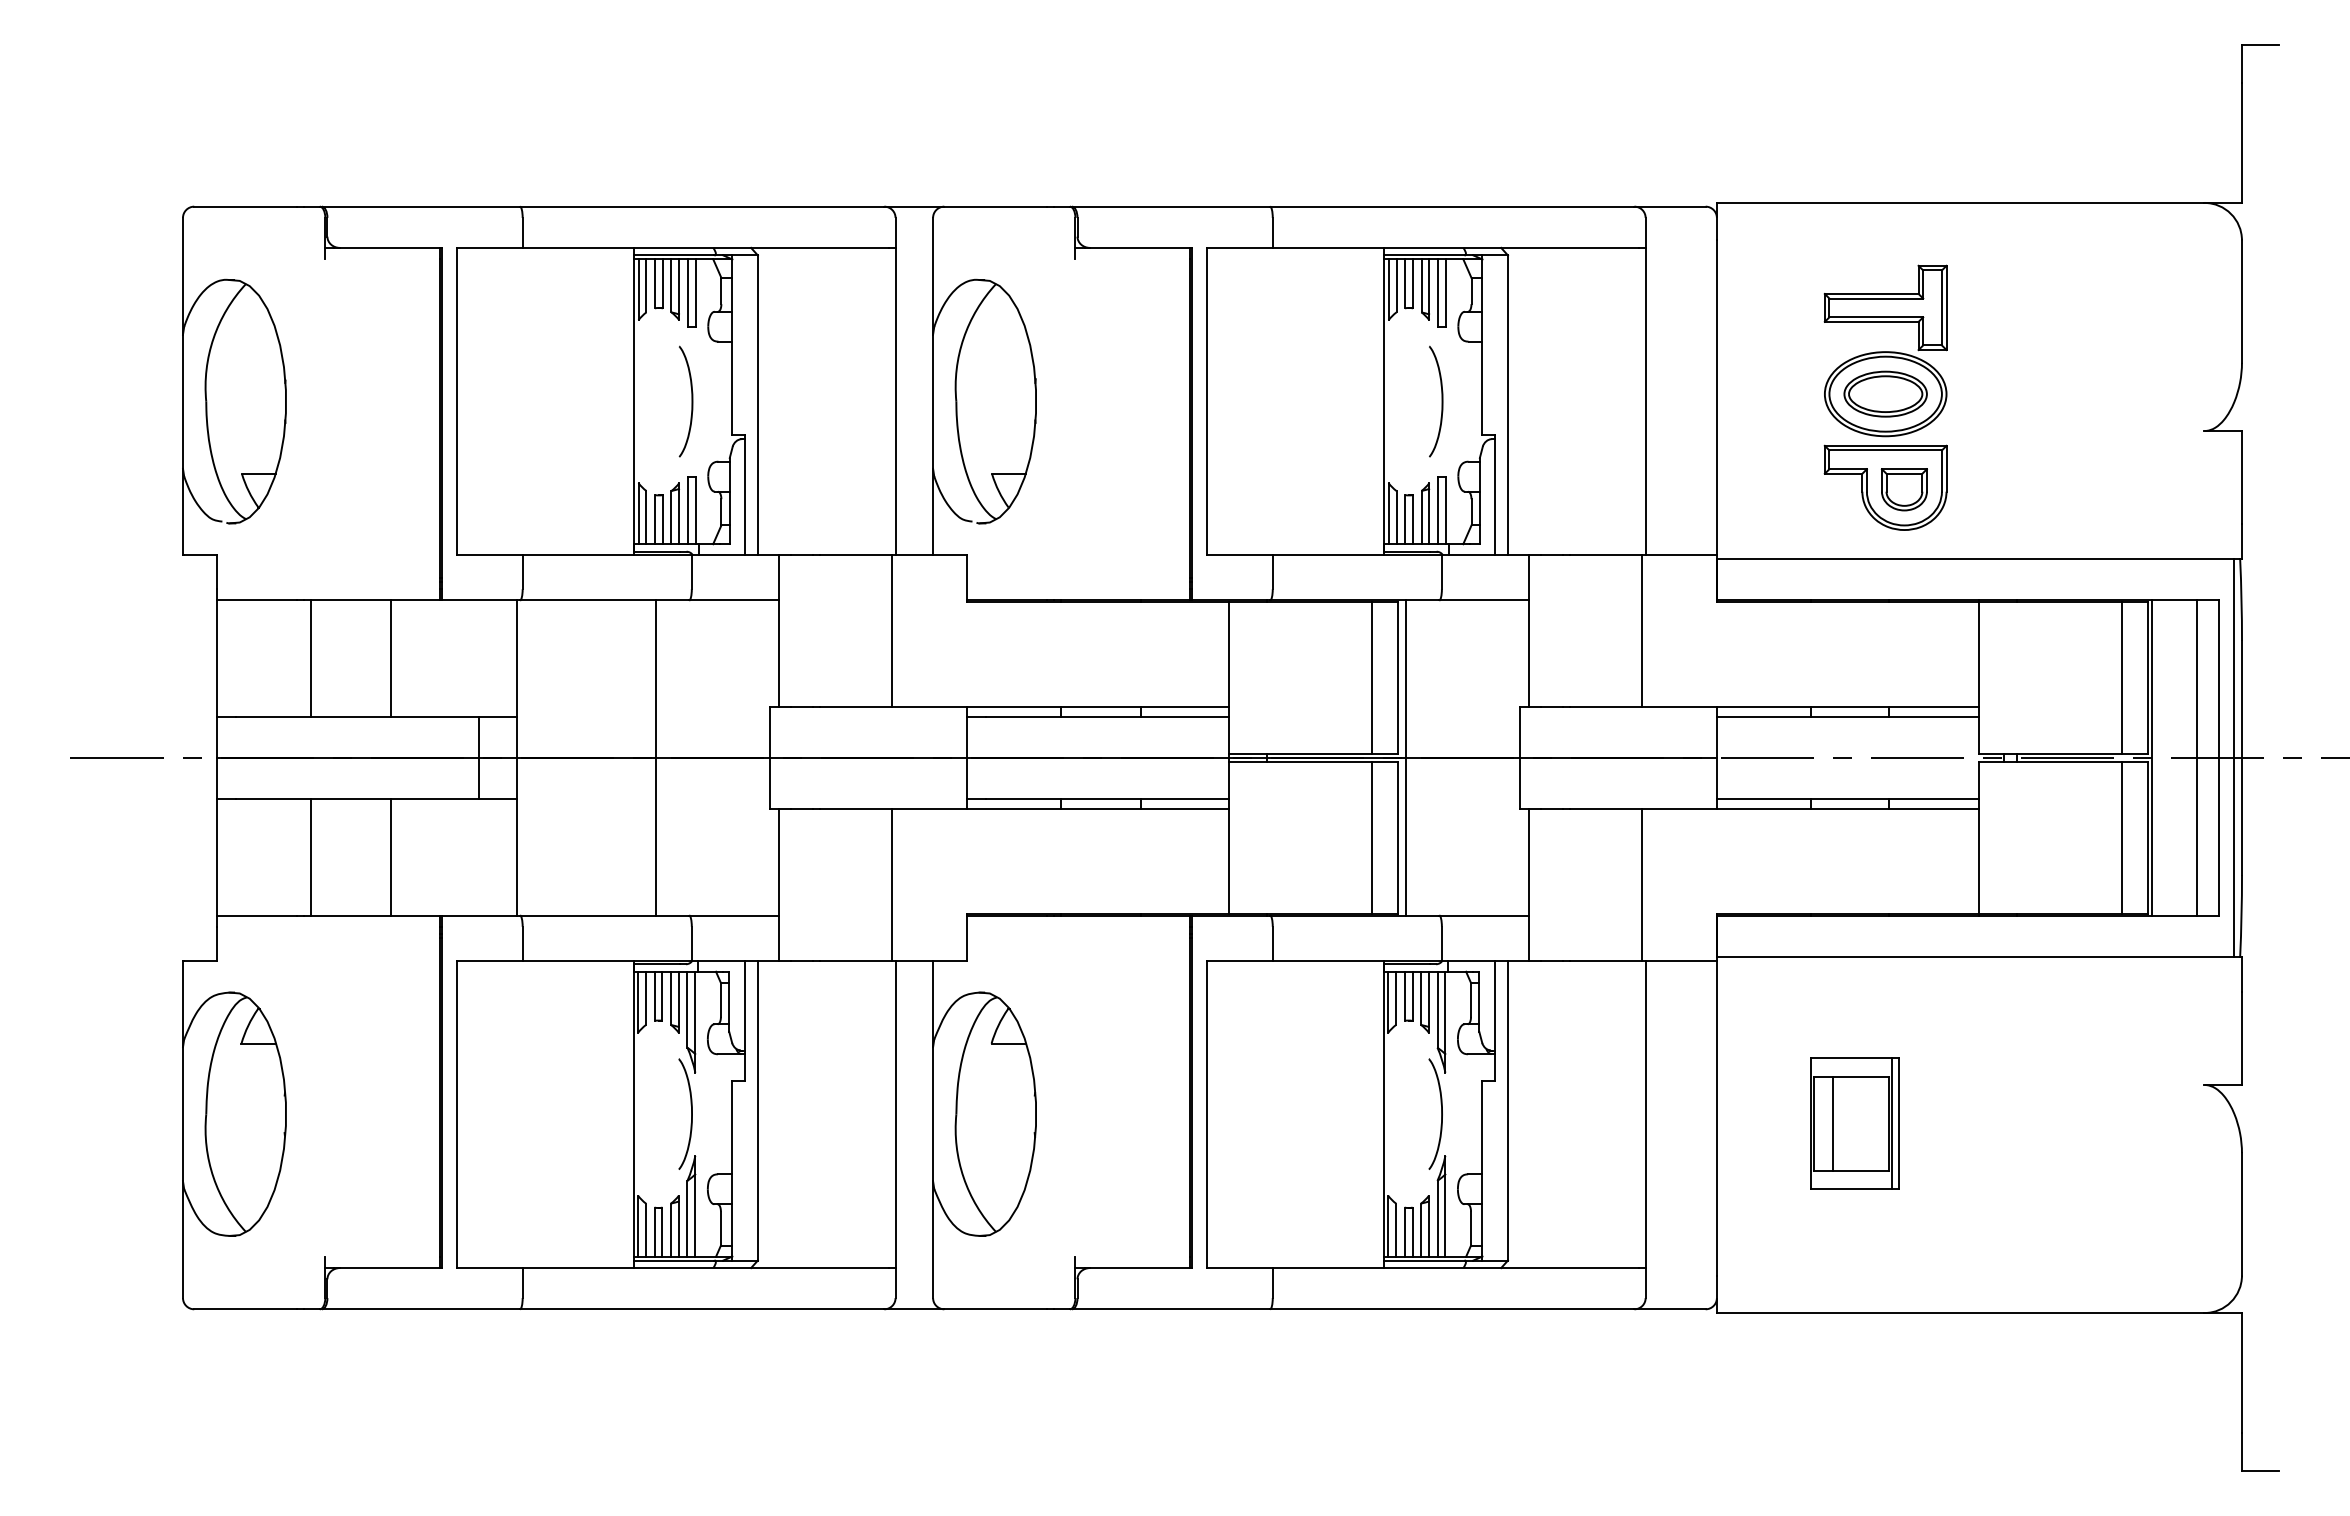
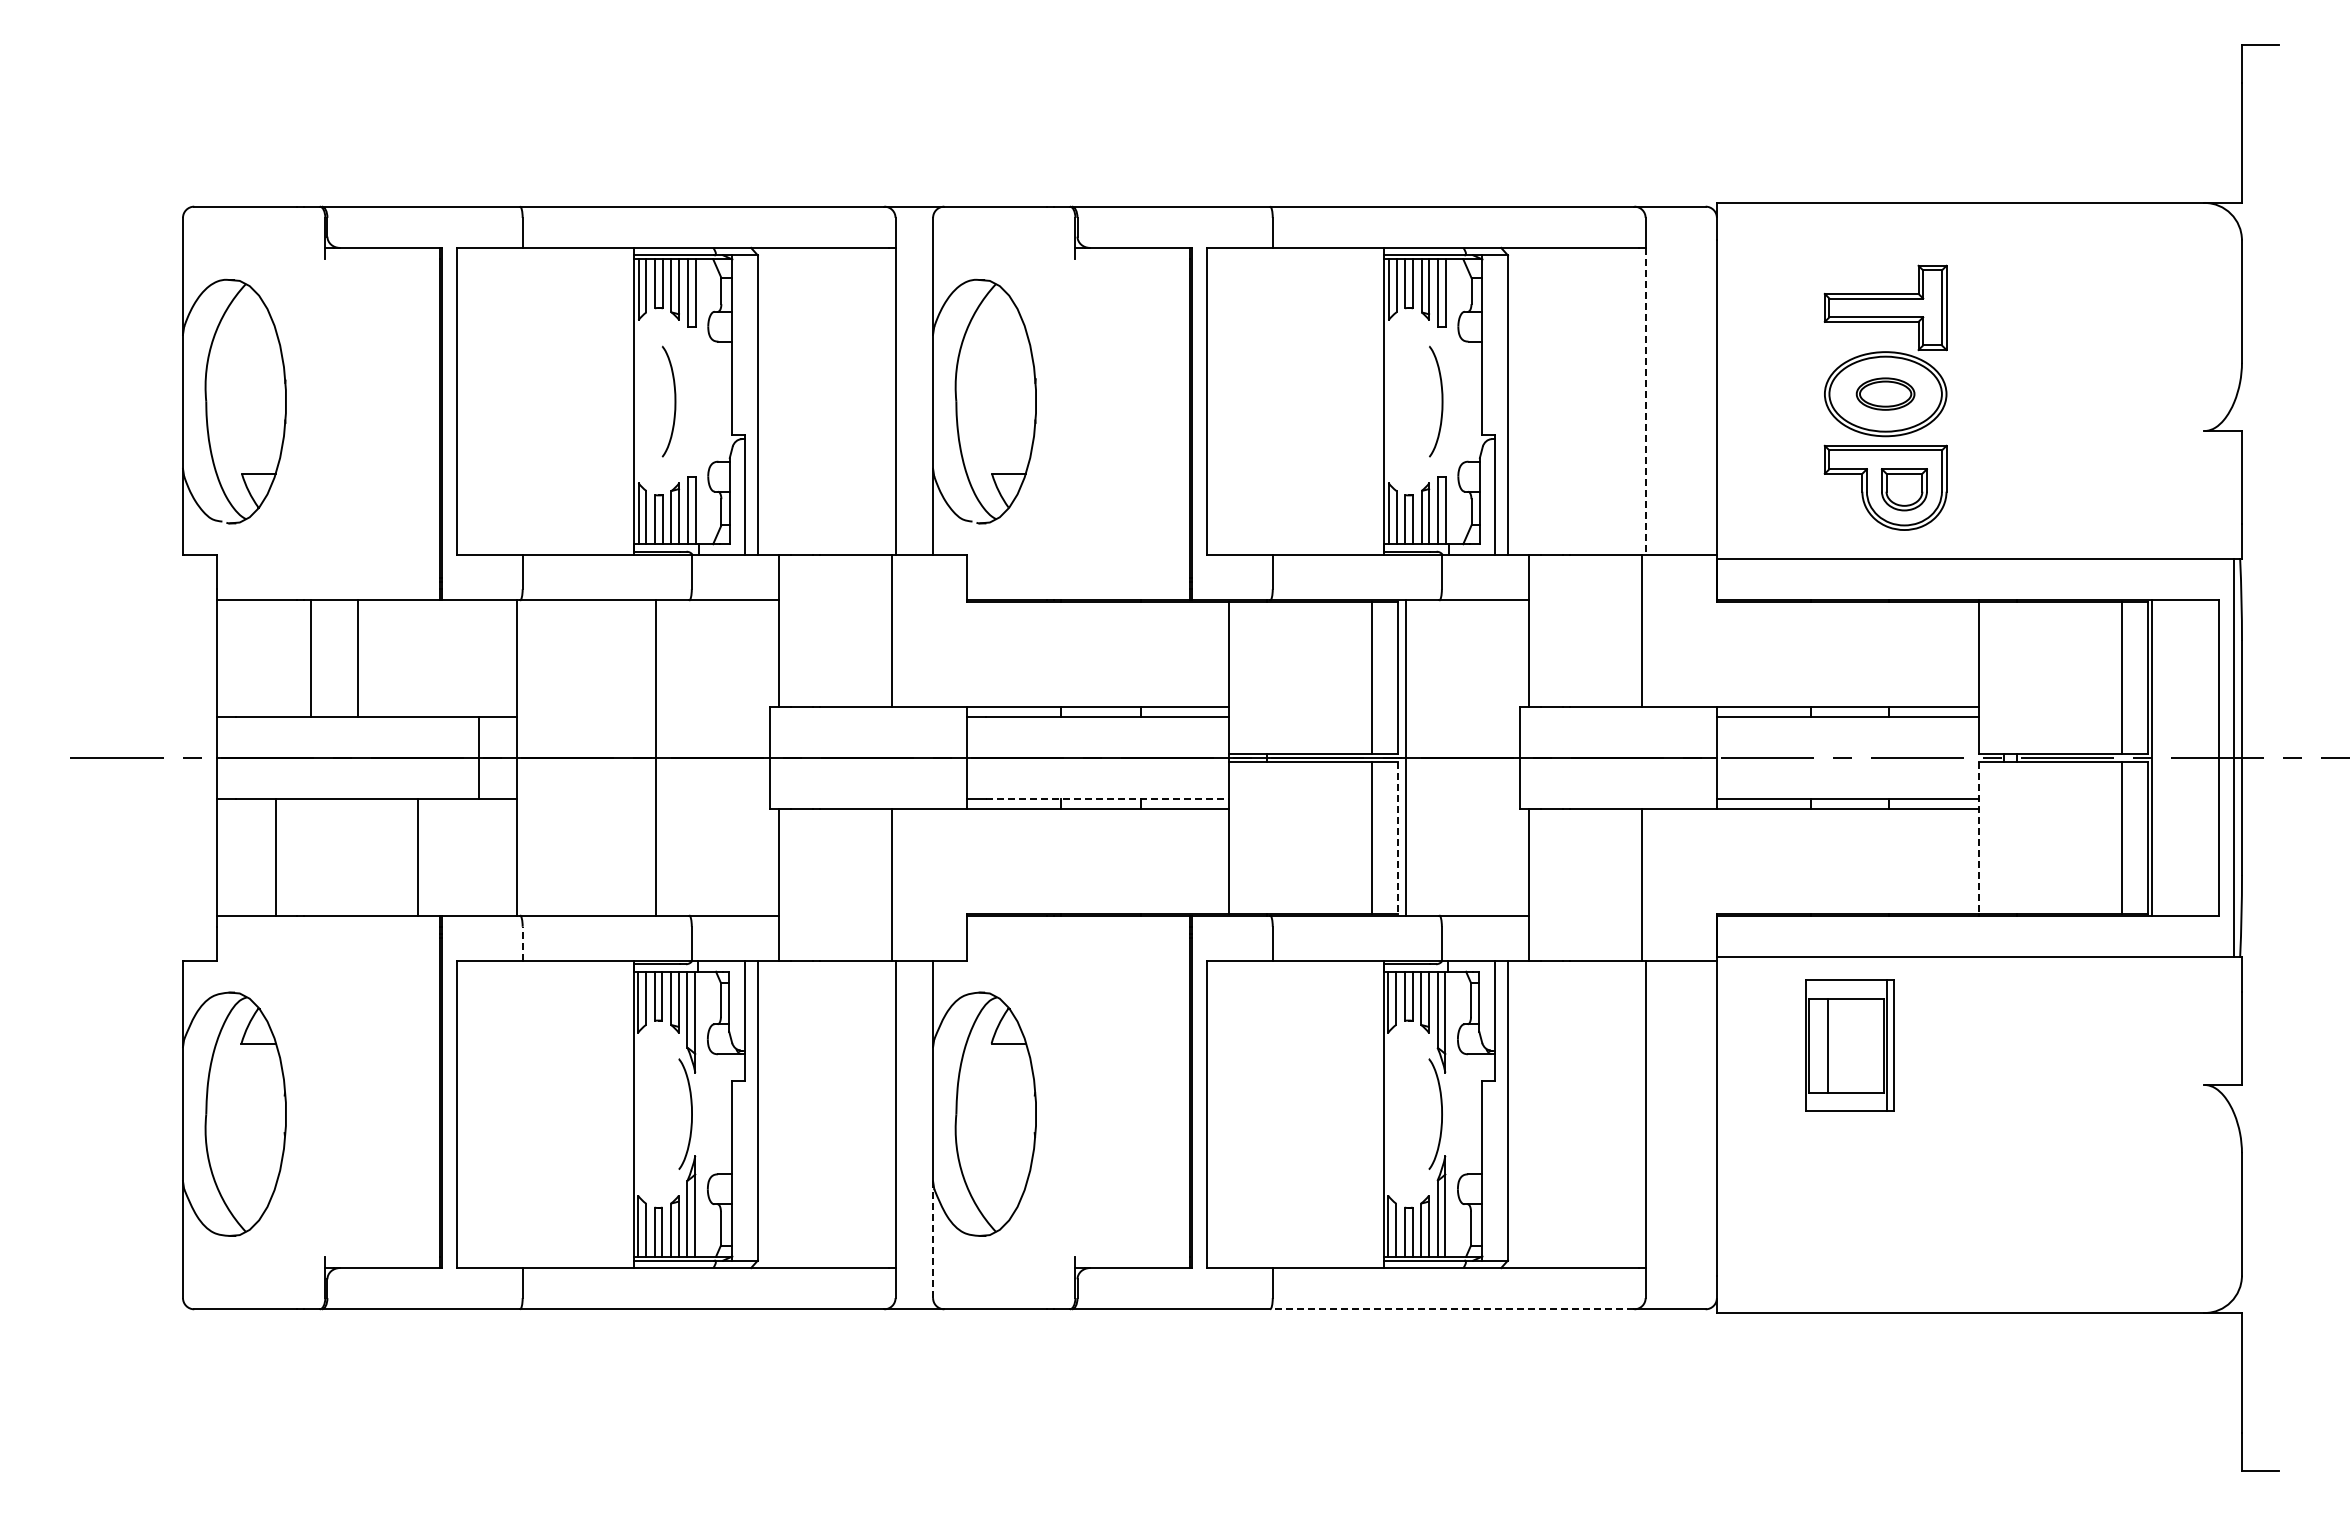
part at (1885, 393) size: 85x48 px -> 61x34 px
curve at (691, 401) position: (691, 401) -> (674, 401)
line at (1645, 401): solid -> dashed
line at (390, 658) position: (390, 658) -> (357, 658)
line at (2196, 757): present -> none
line at (1107, 799): solid -> dashed
line at (1398, 837): solid -> dashed
line at (1979, 837): solid -> dashed
line at (310, 857) position: (310, 857) -> (275, 857)
line at (390, 857) position: (390, 857) -> (417, 857)
line at (522, 943): solid -> dashed
part at (1854, 1123) position: (1854, 1123) -> (1849, 1045)
line at (933, 1239): solid -> dashed
line at (1451, 1309): solid -> dashed
